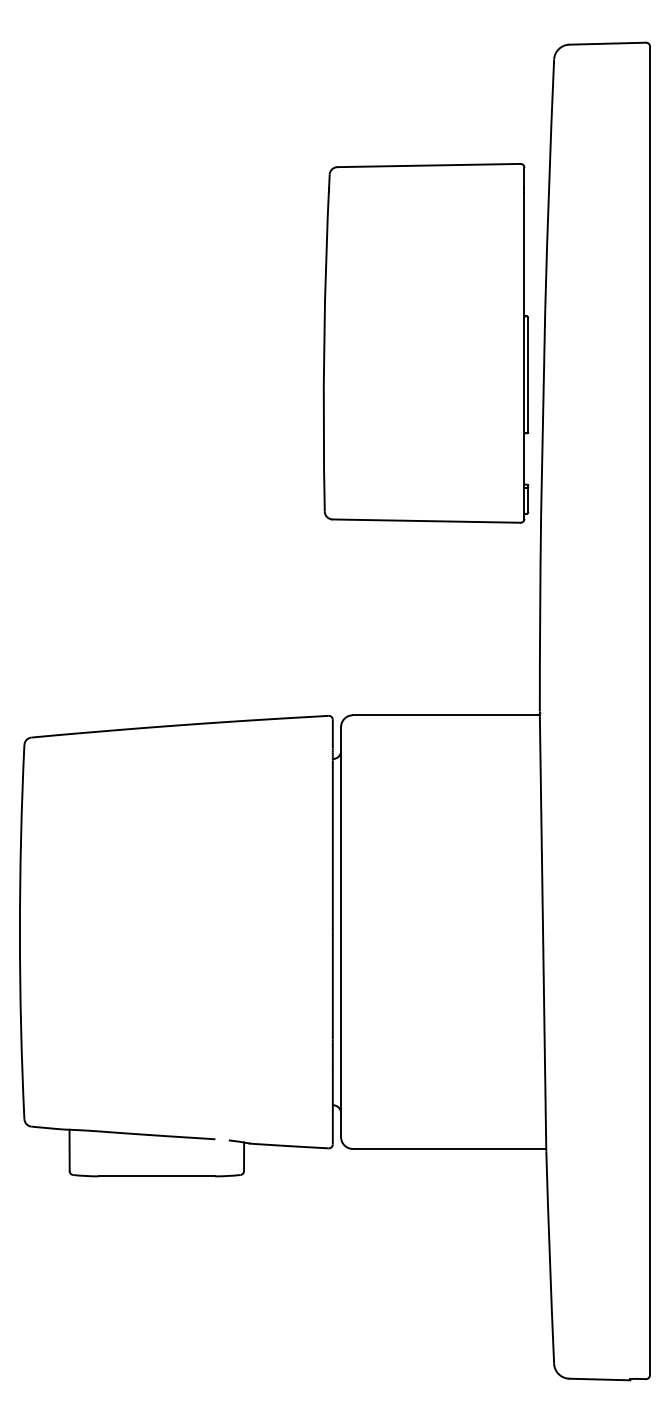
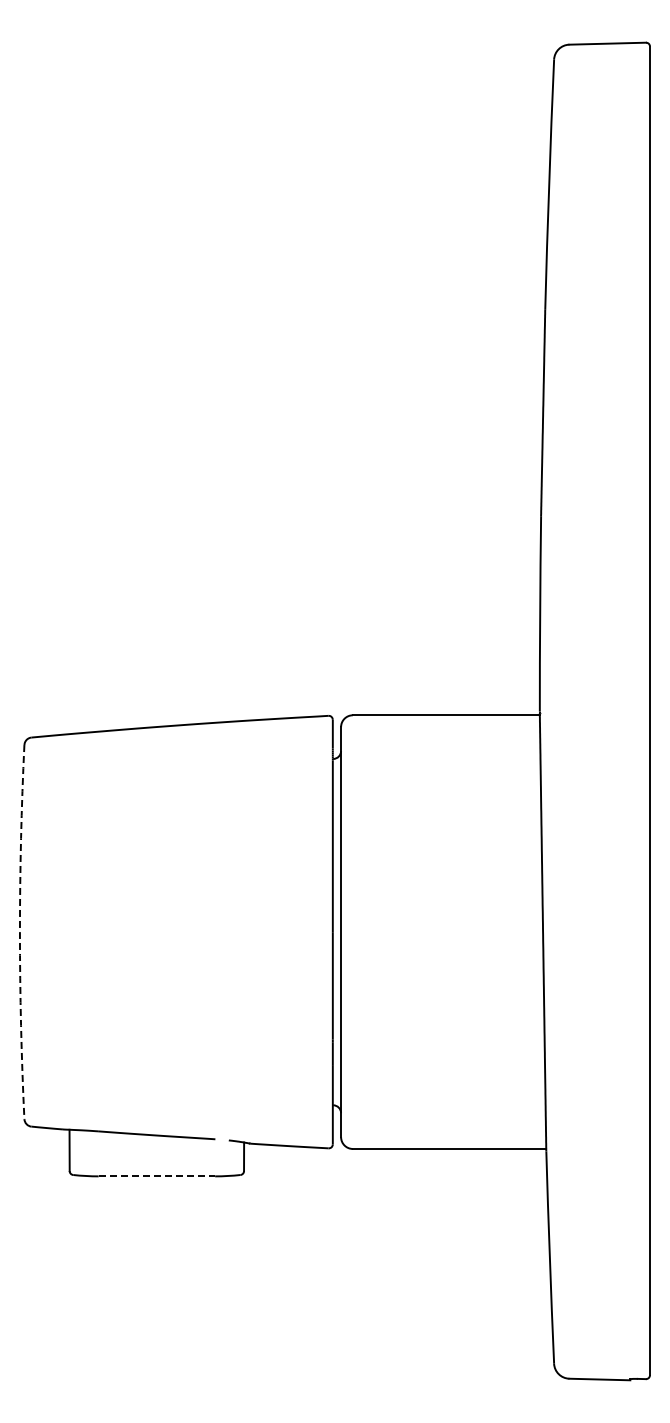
part at (425, 343): present -> none
arc at (19, 932): solid -> dashed
line at (157, 1176): solid -> dashed
